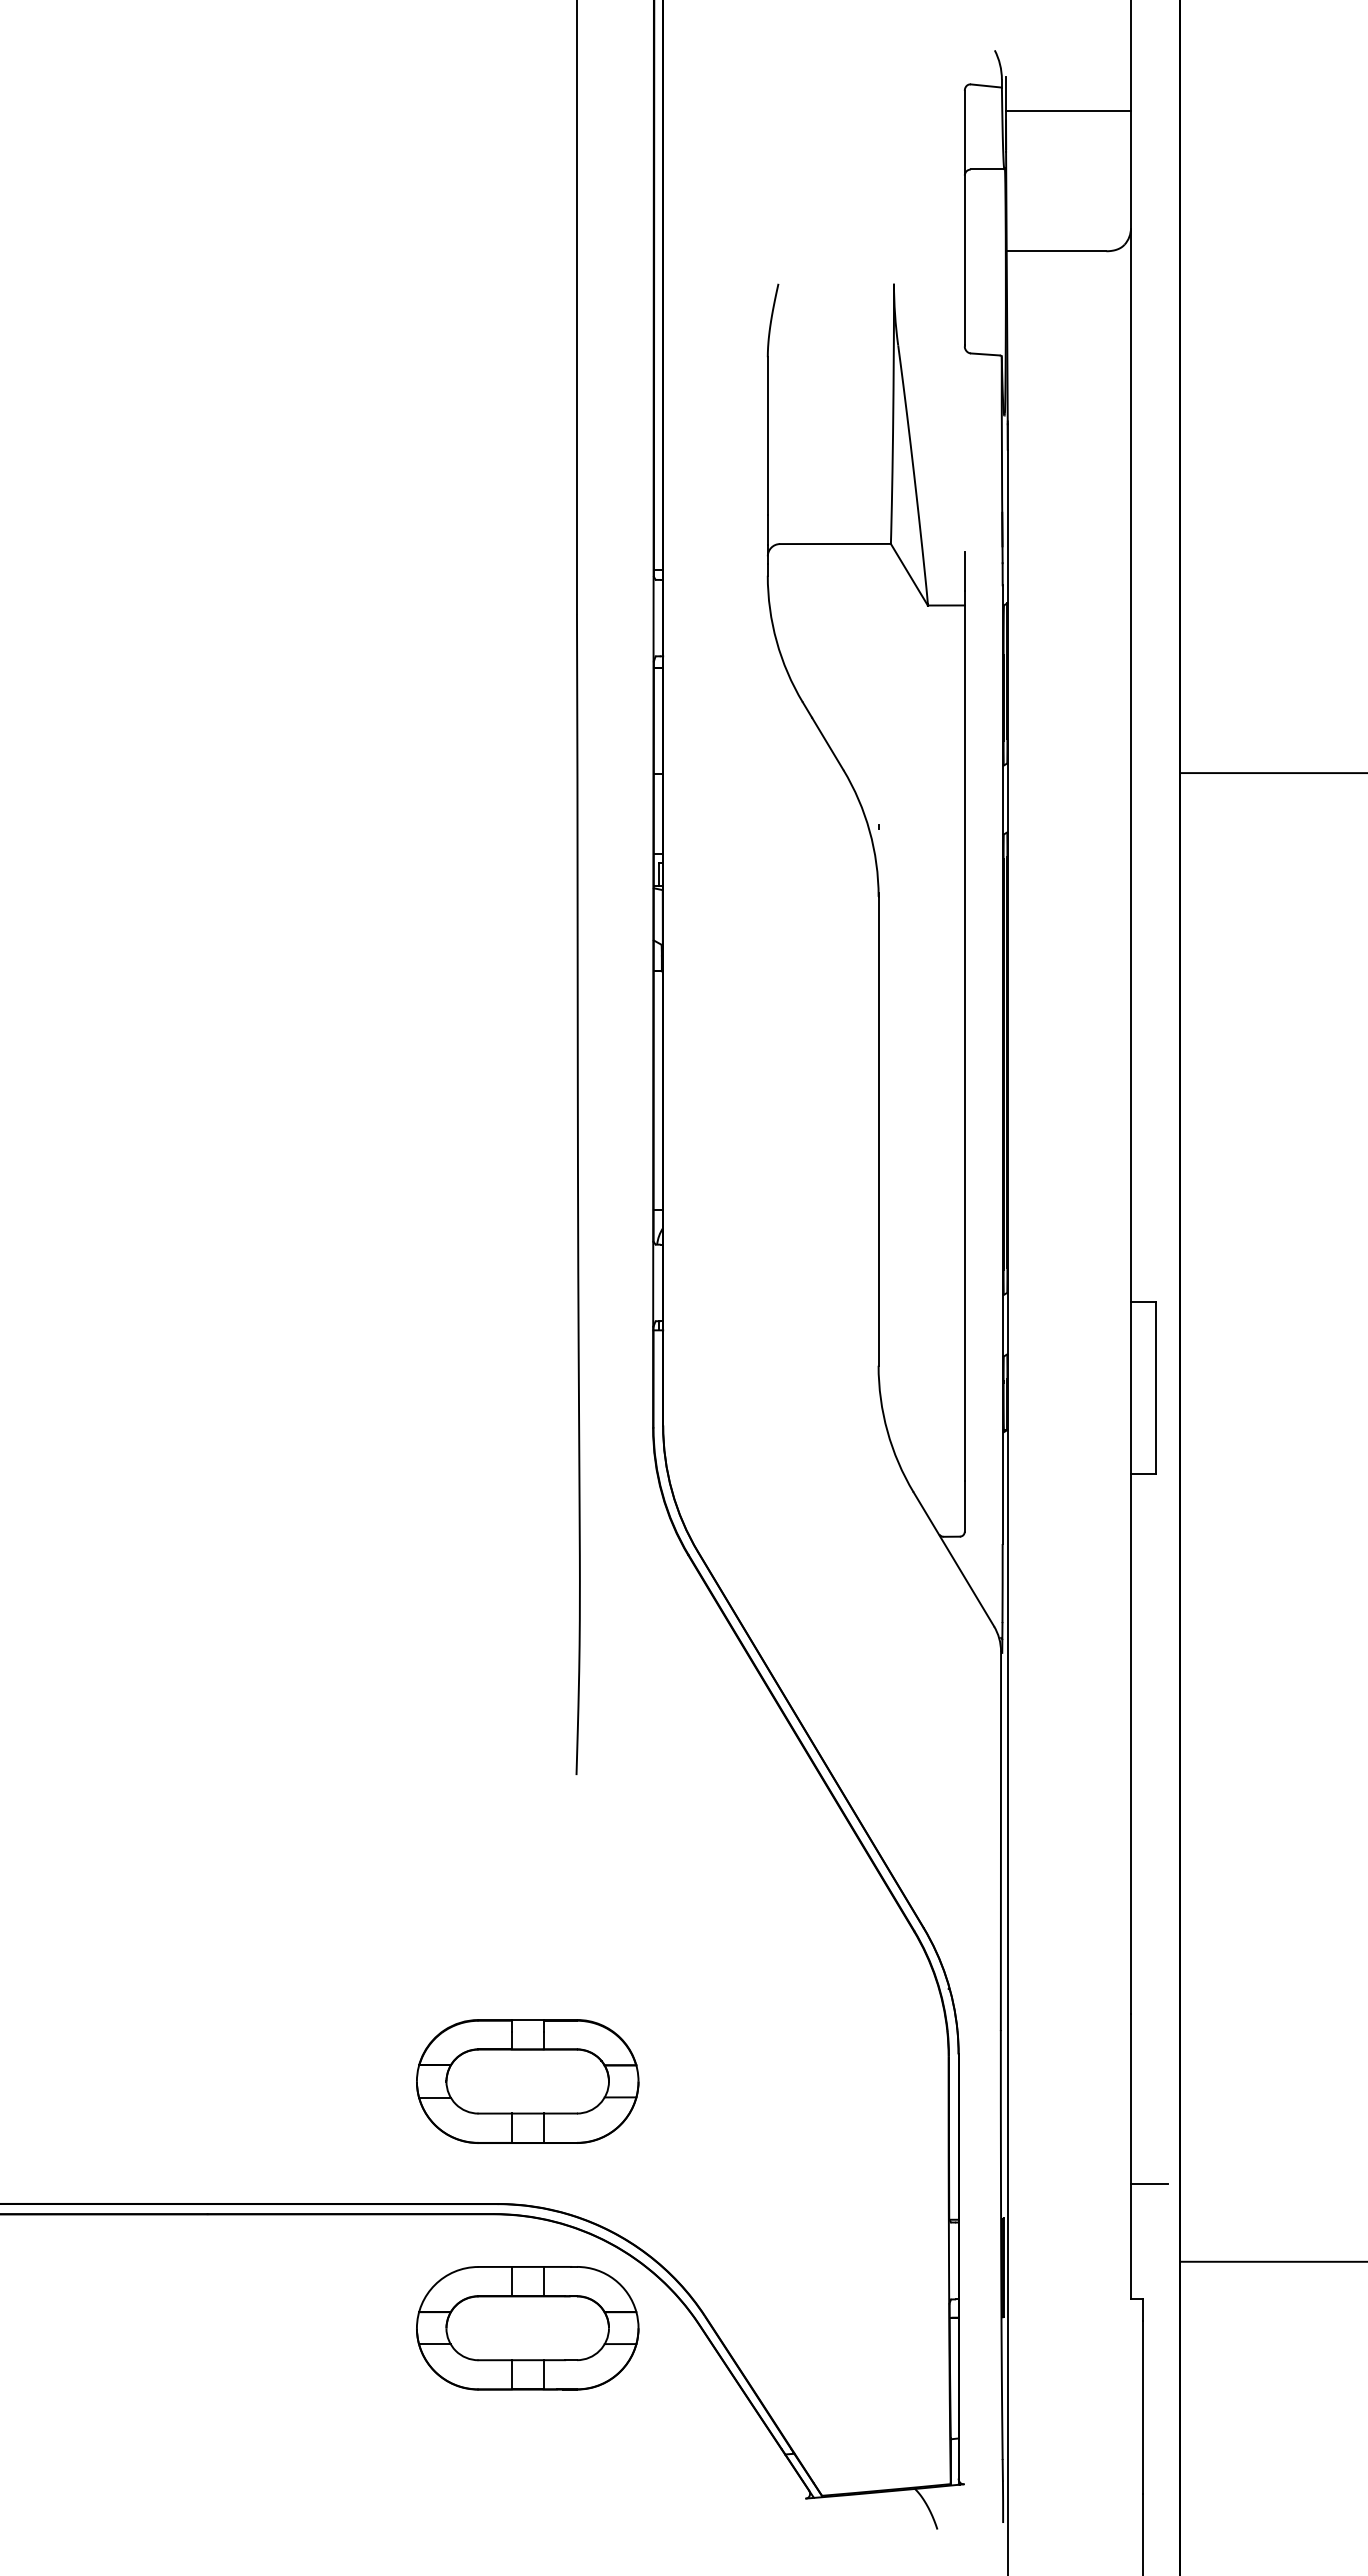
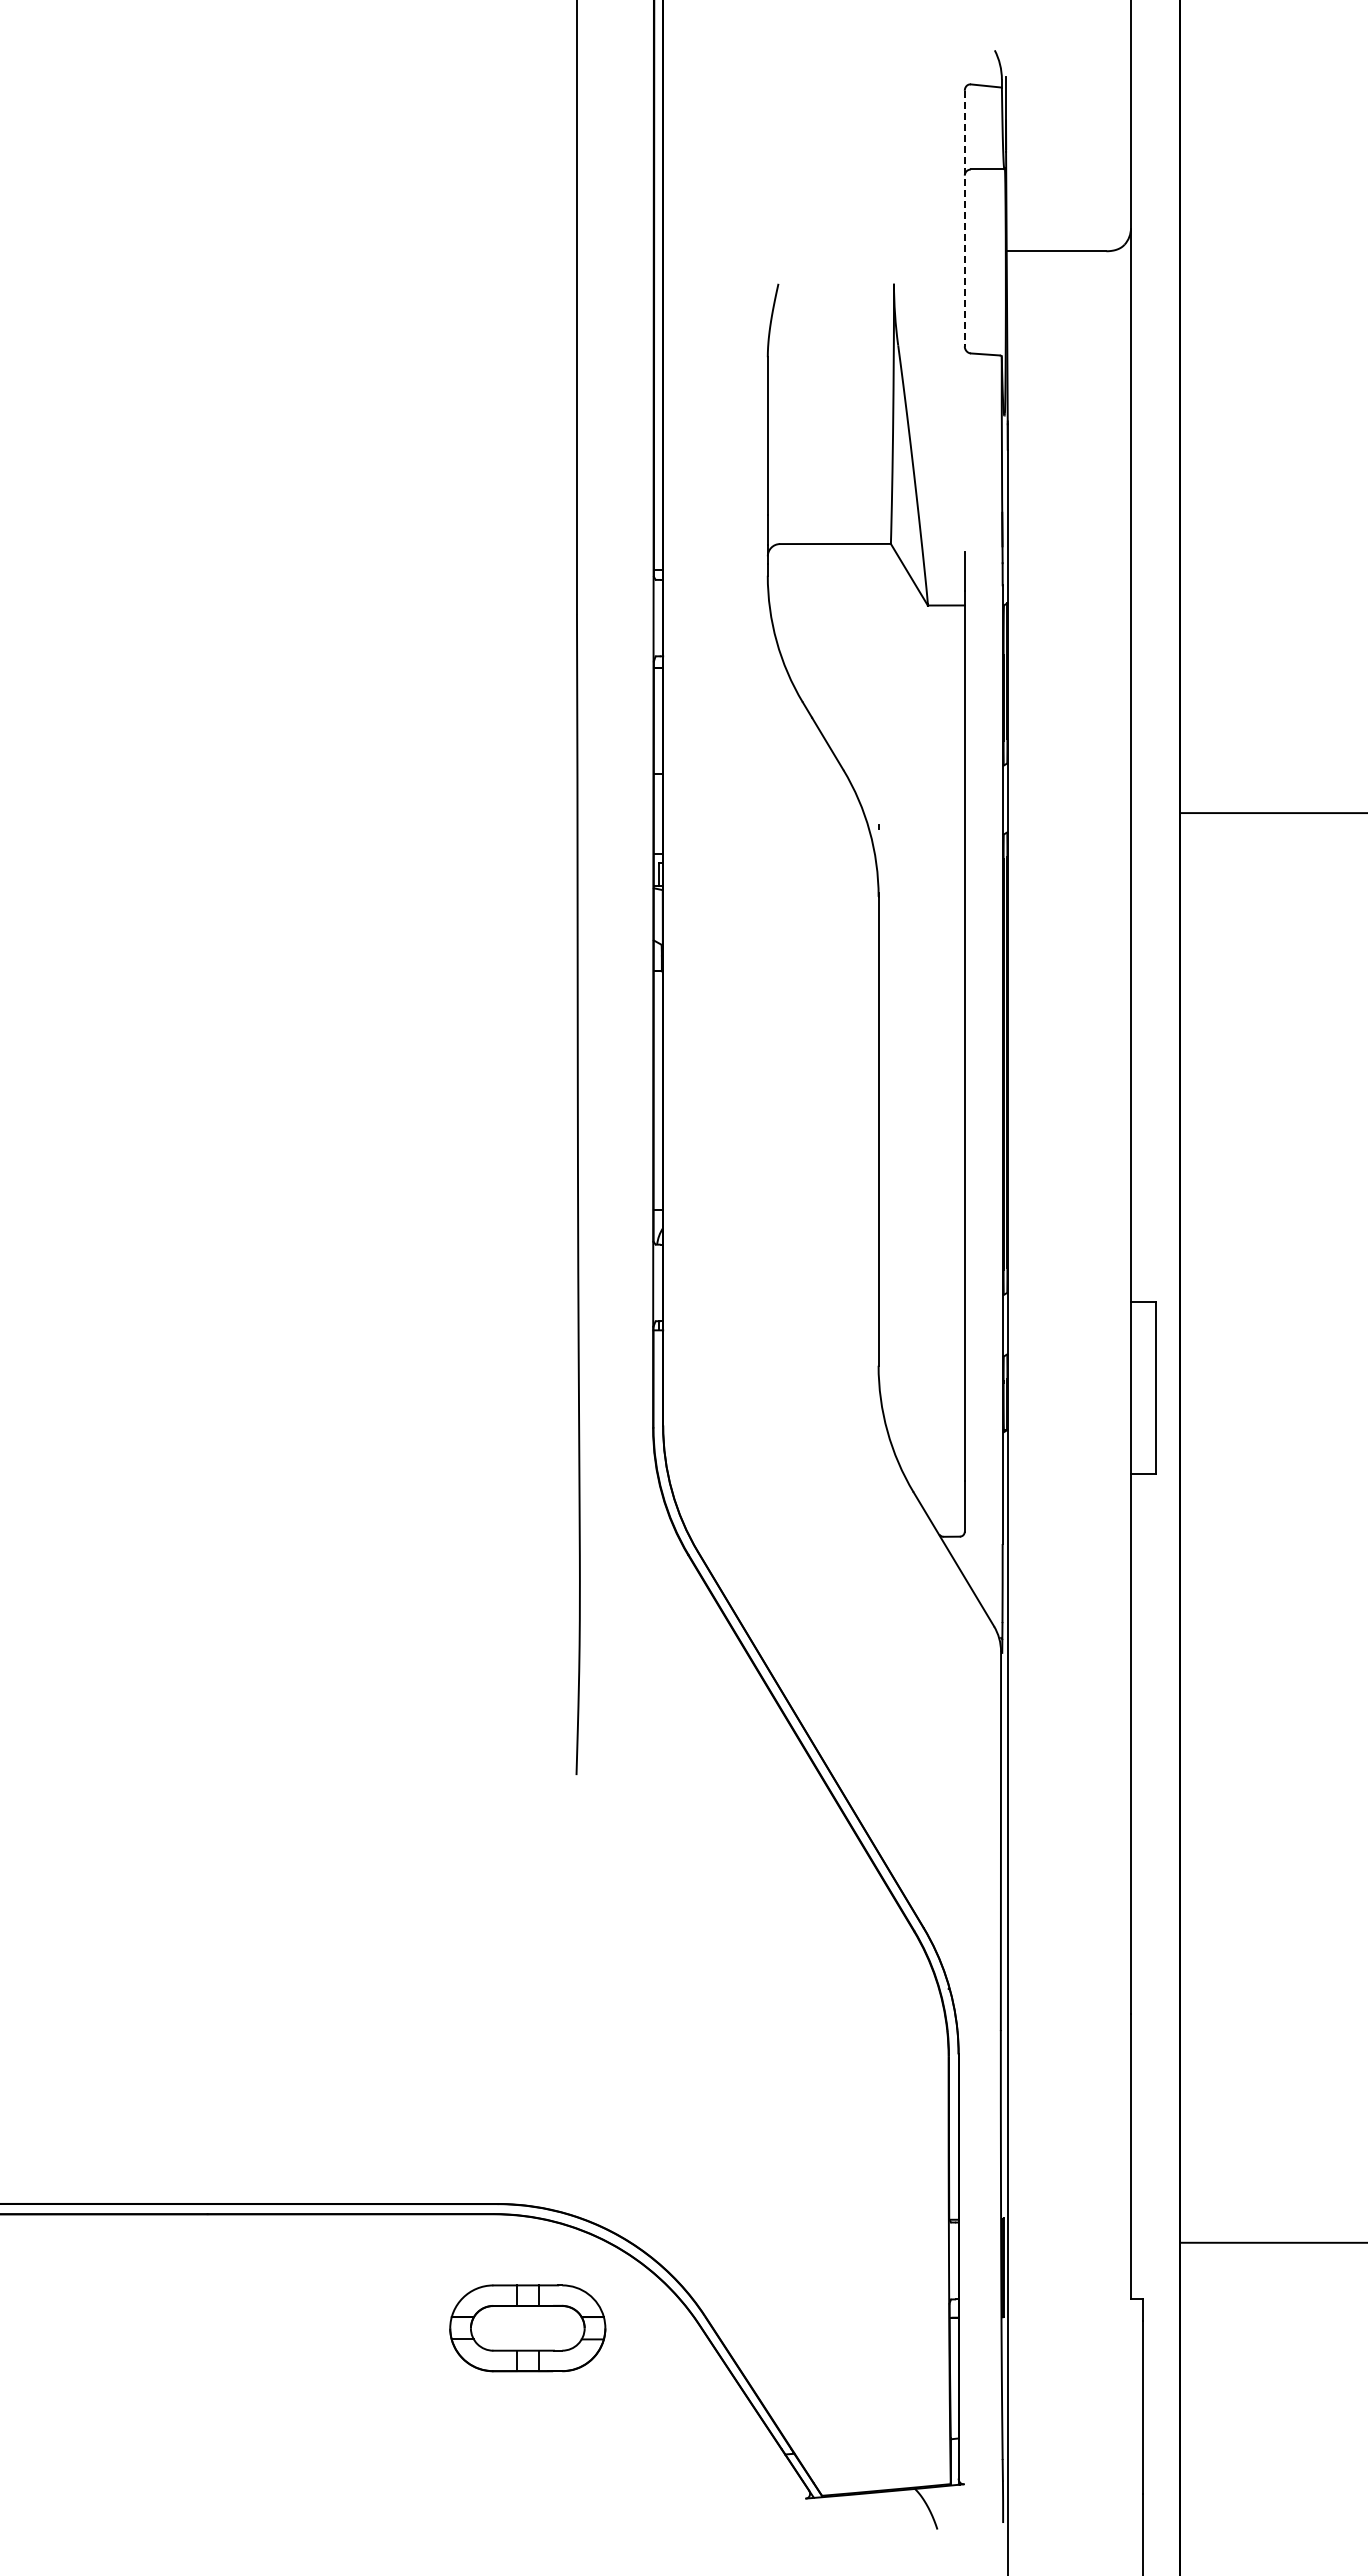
line at (1068, 111): present -> none
line at (964, 218): solid -> dashed
line at (1272, 773) position: (1272, 773) -> (1272, 813)
part at (527, 2081): present -> none
line at (1148, 2183): present -> none
line at (1272, 2261) position: (1272, 2261) -> (1272, 2242)
part at (527, 2328) size: 224x125 px -> 158x89 px
